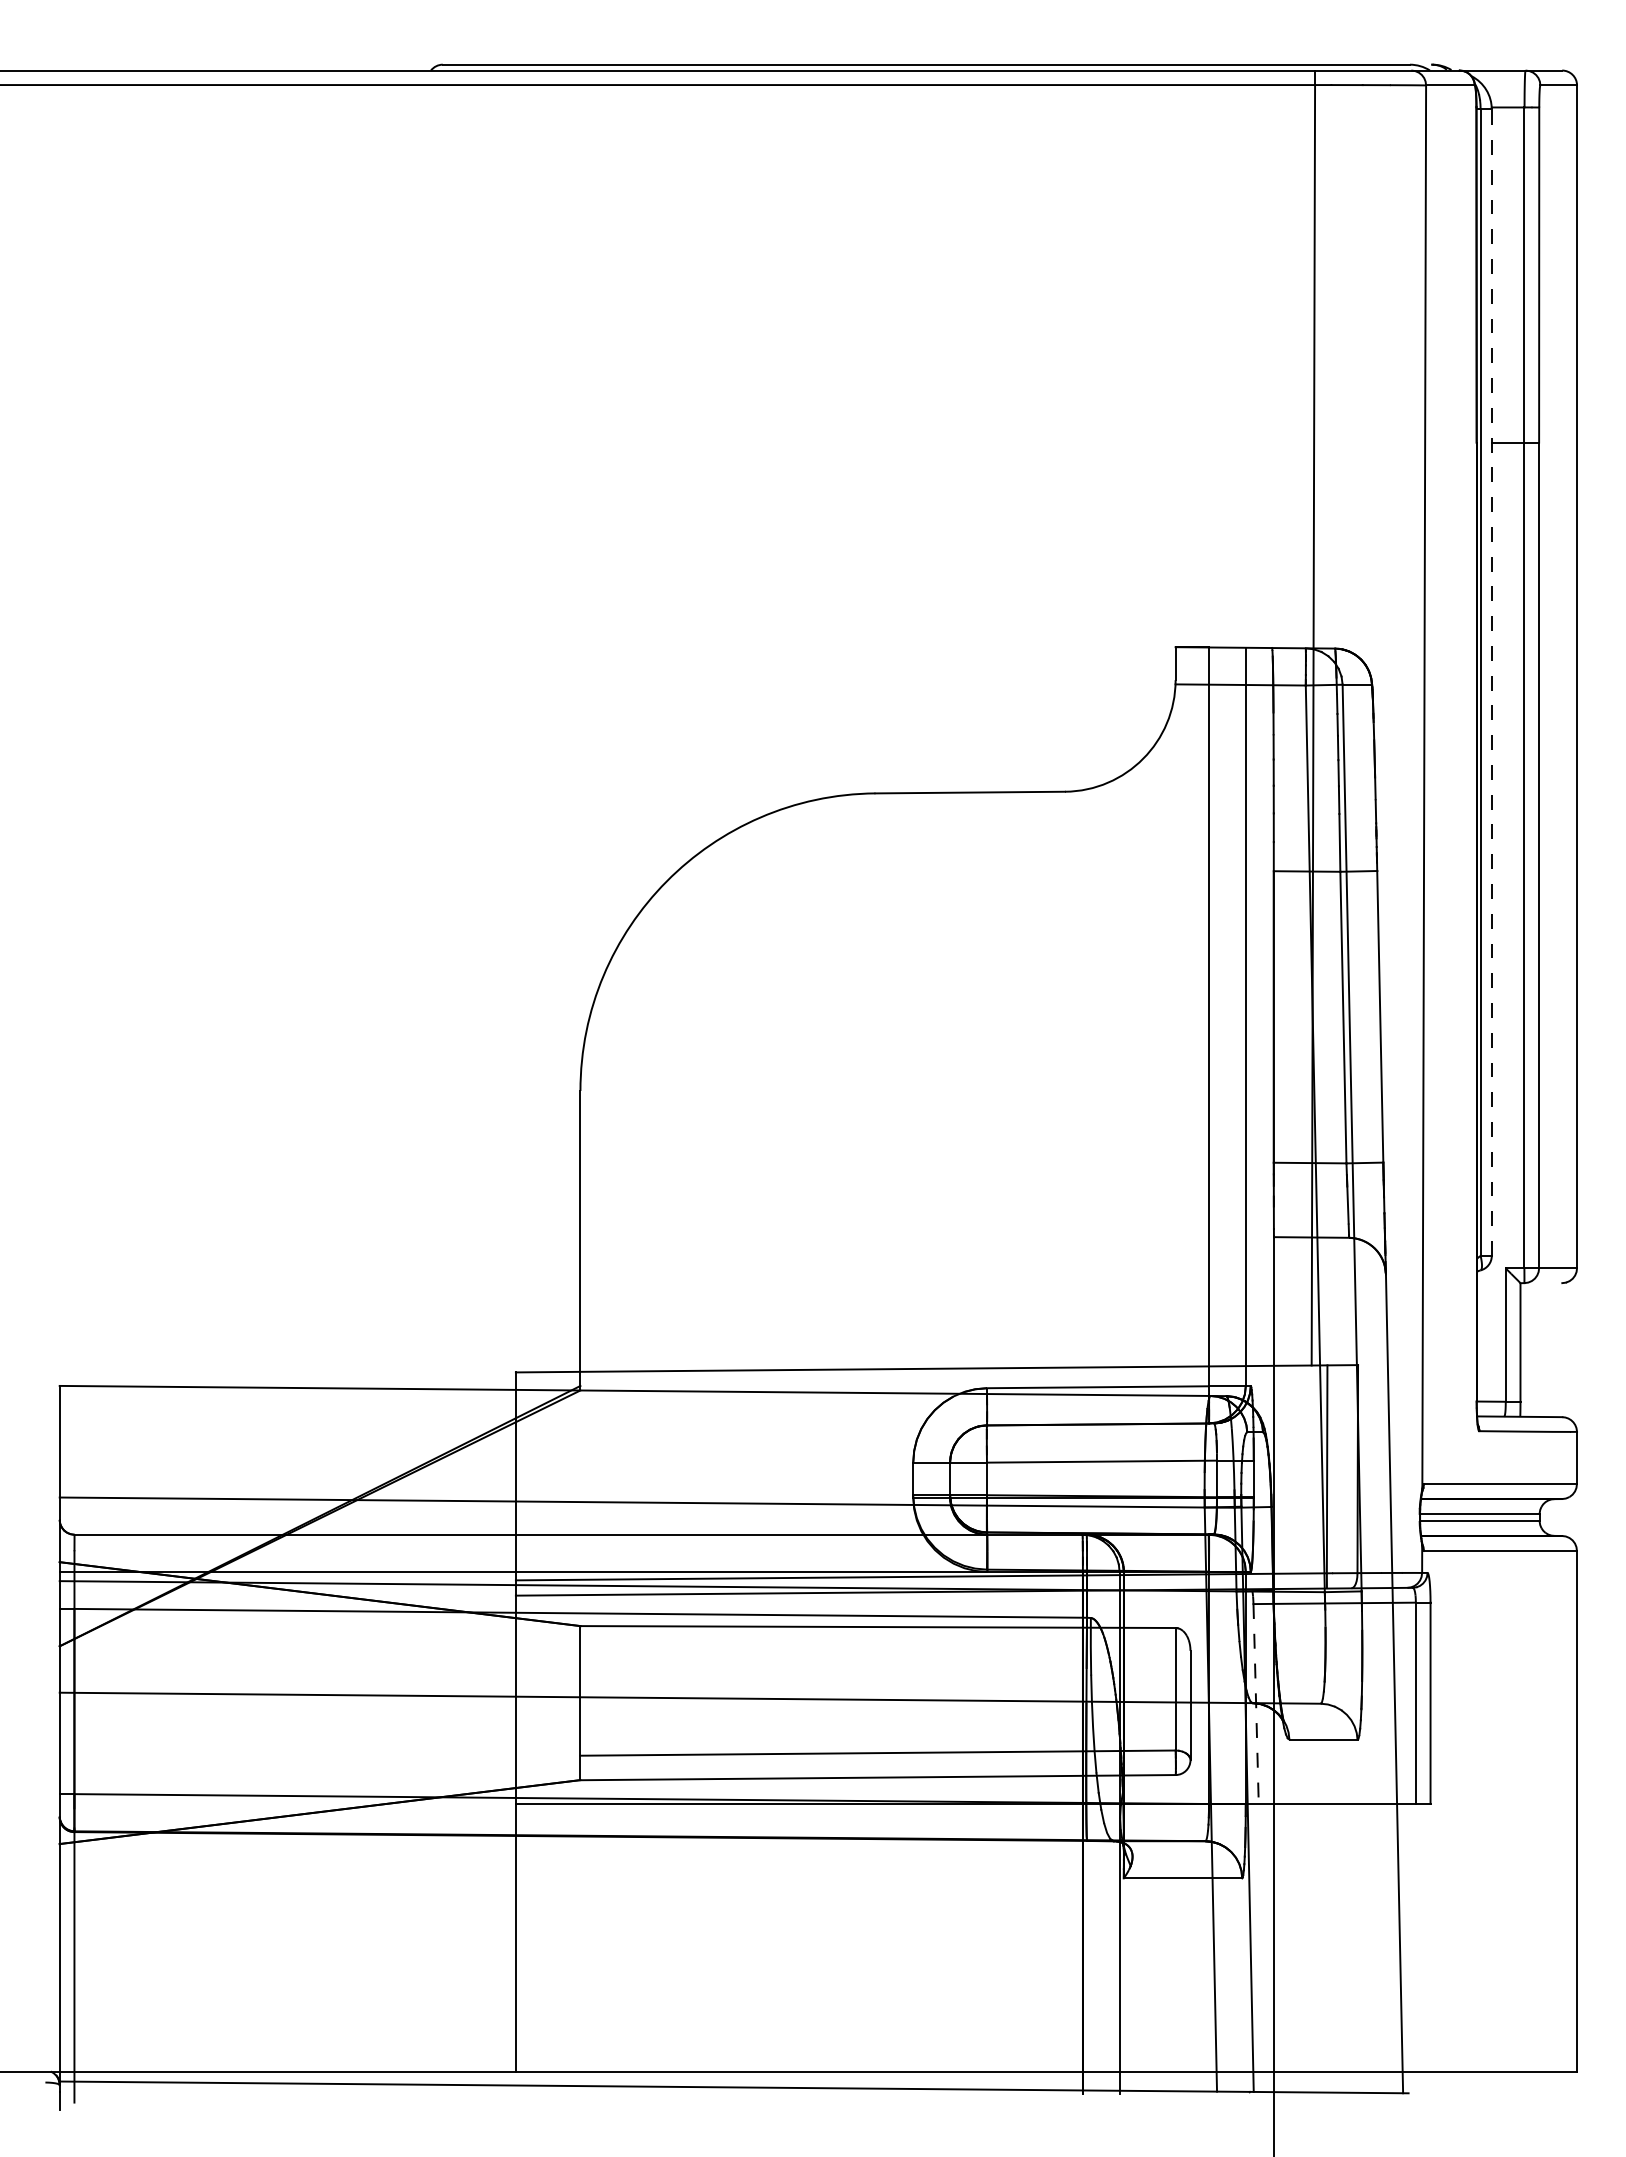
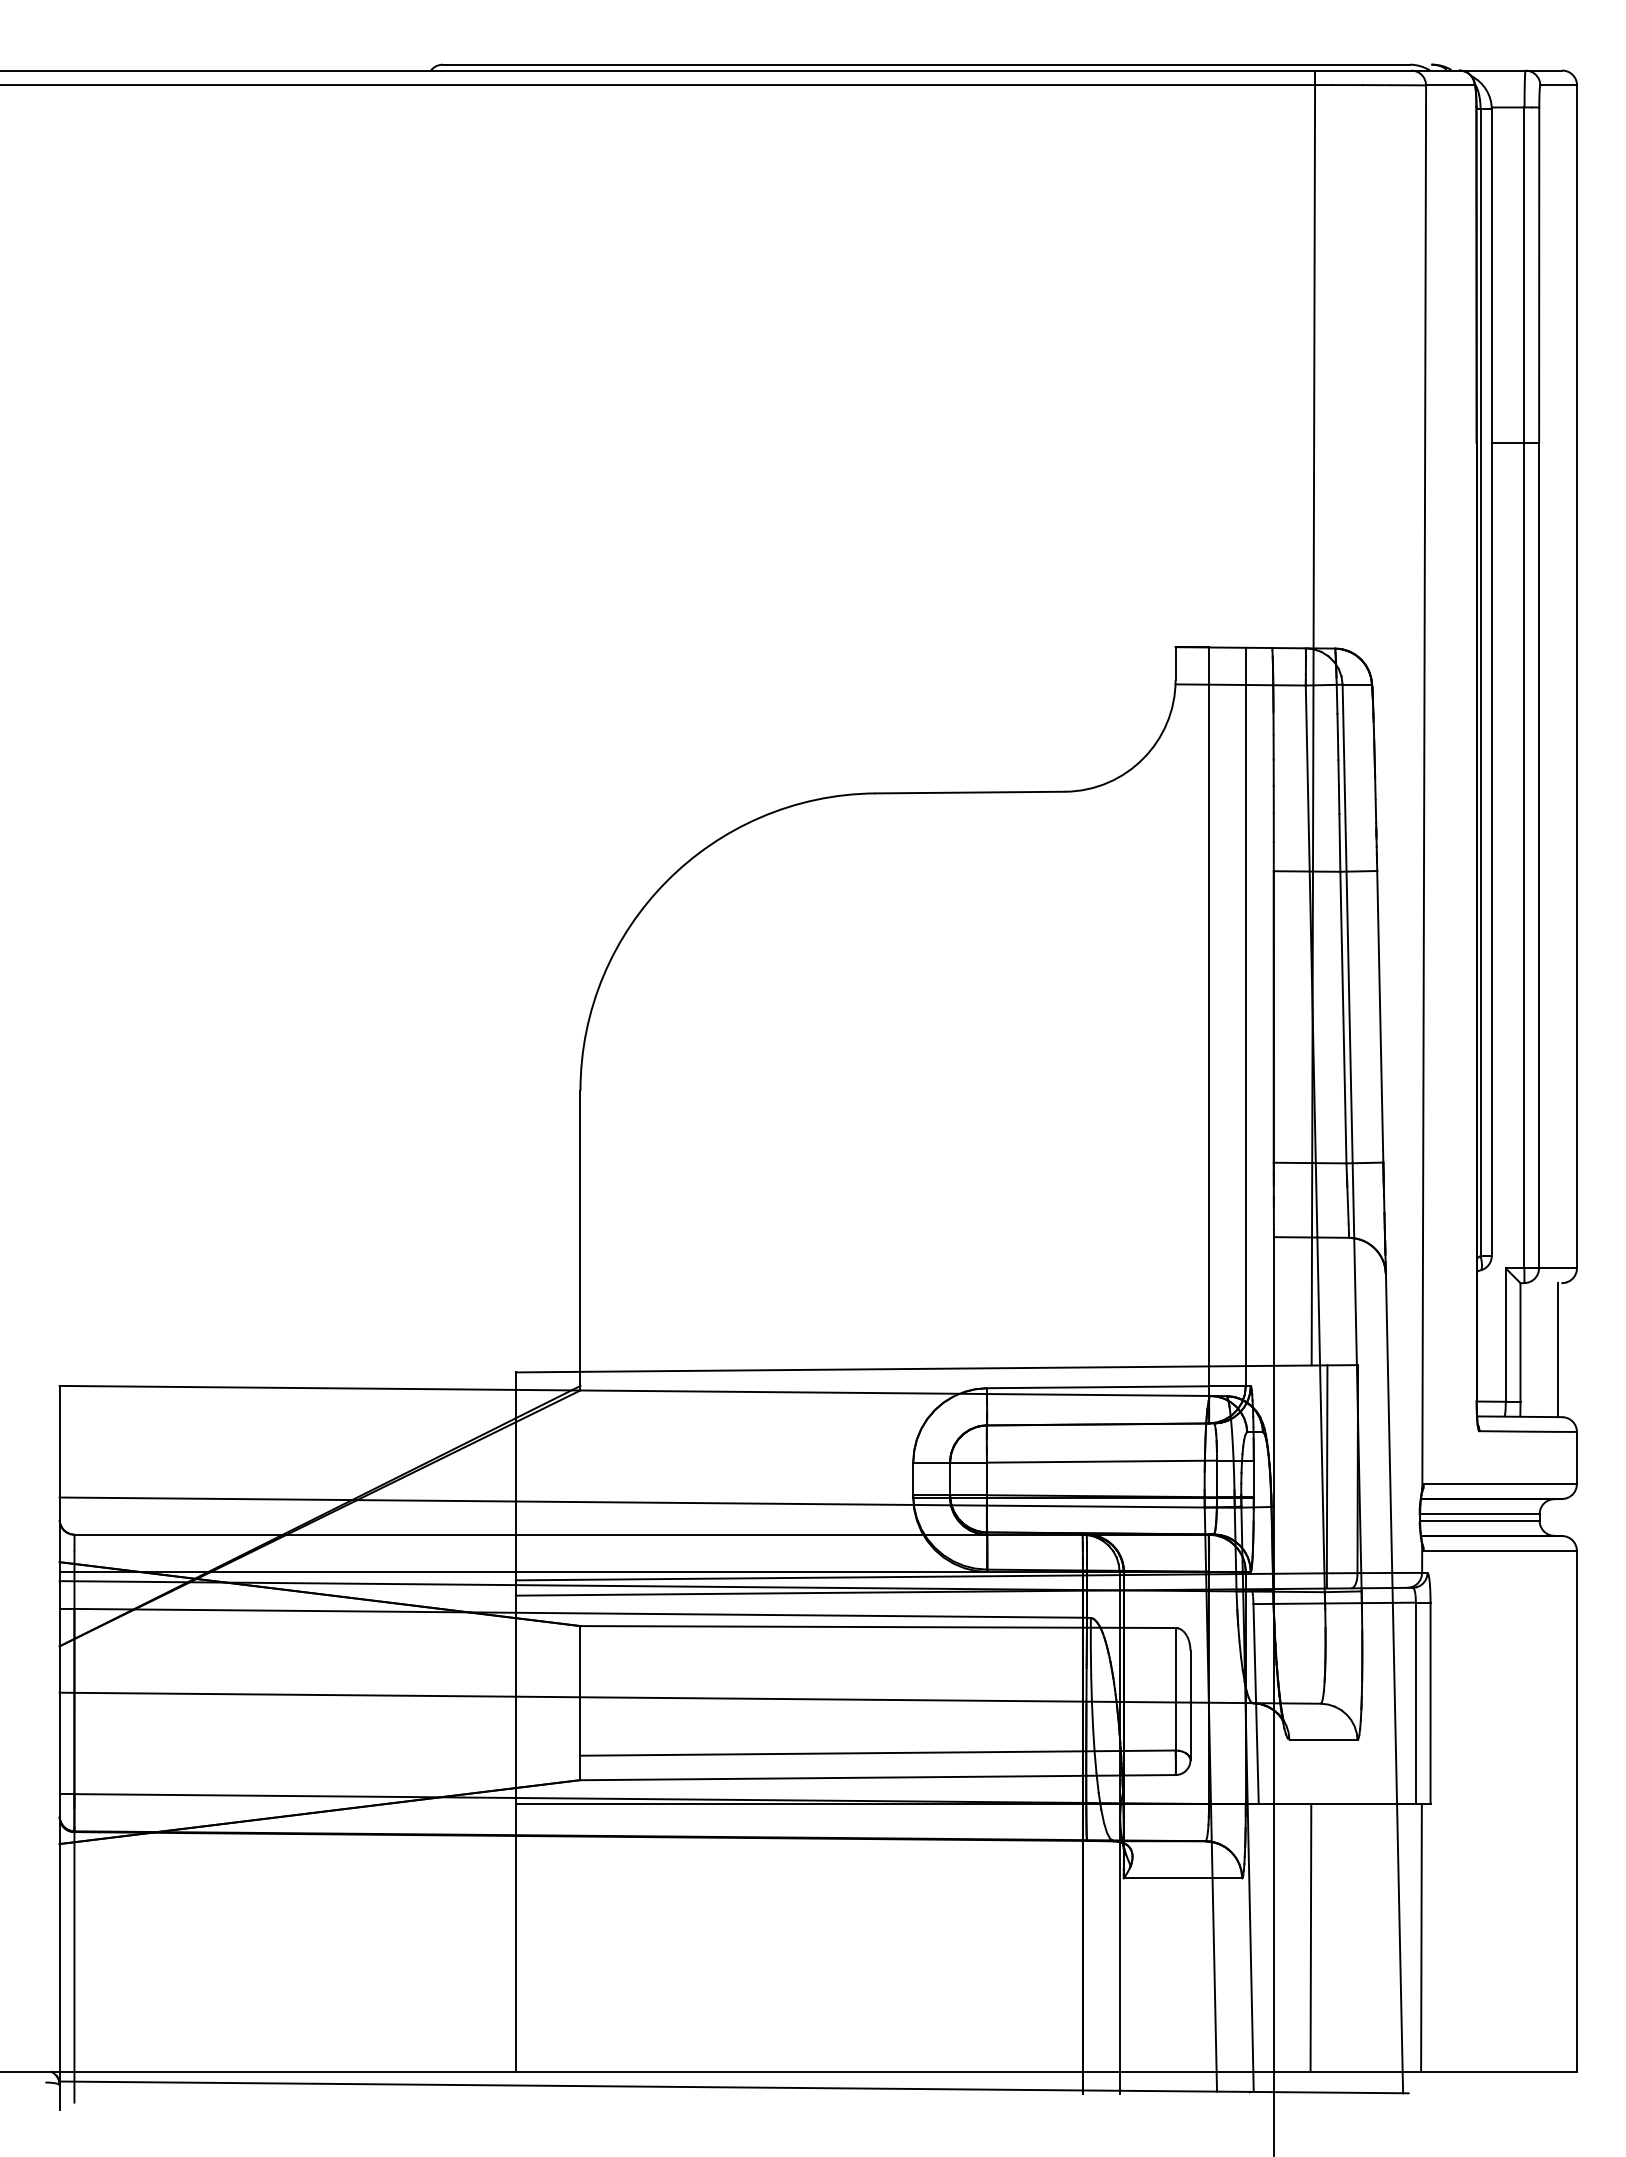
line at (1491, 682): dashed -> solid
line at (1558, 1350): none -> present
line at (1256, 1704): dashed -> solid
line at (1310, 1937): none -> present
line at (1421, 1937): none -> present
